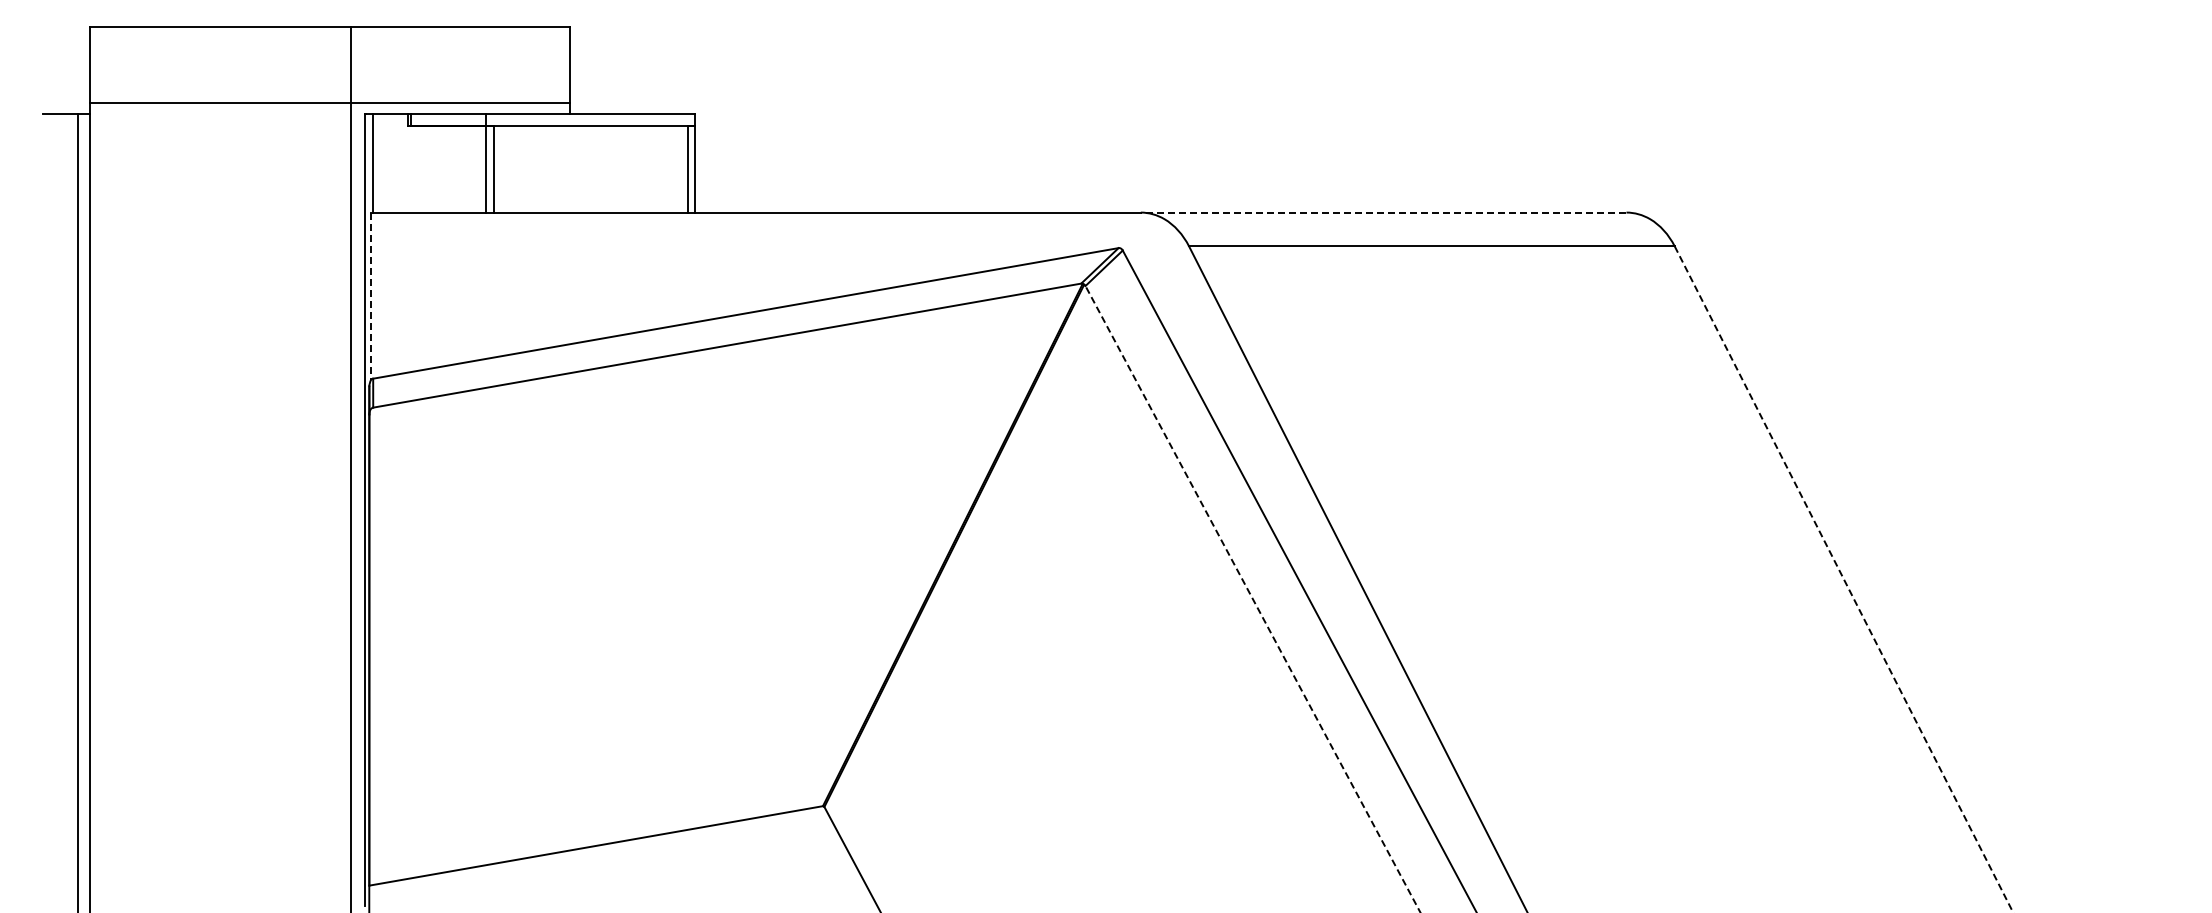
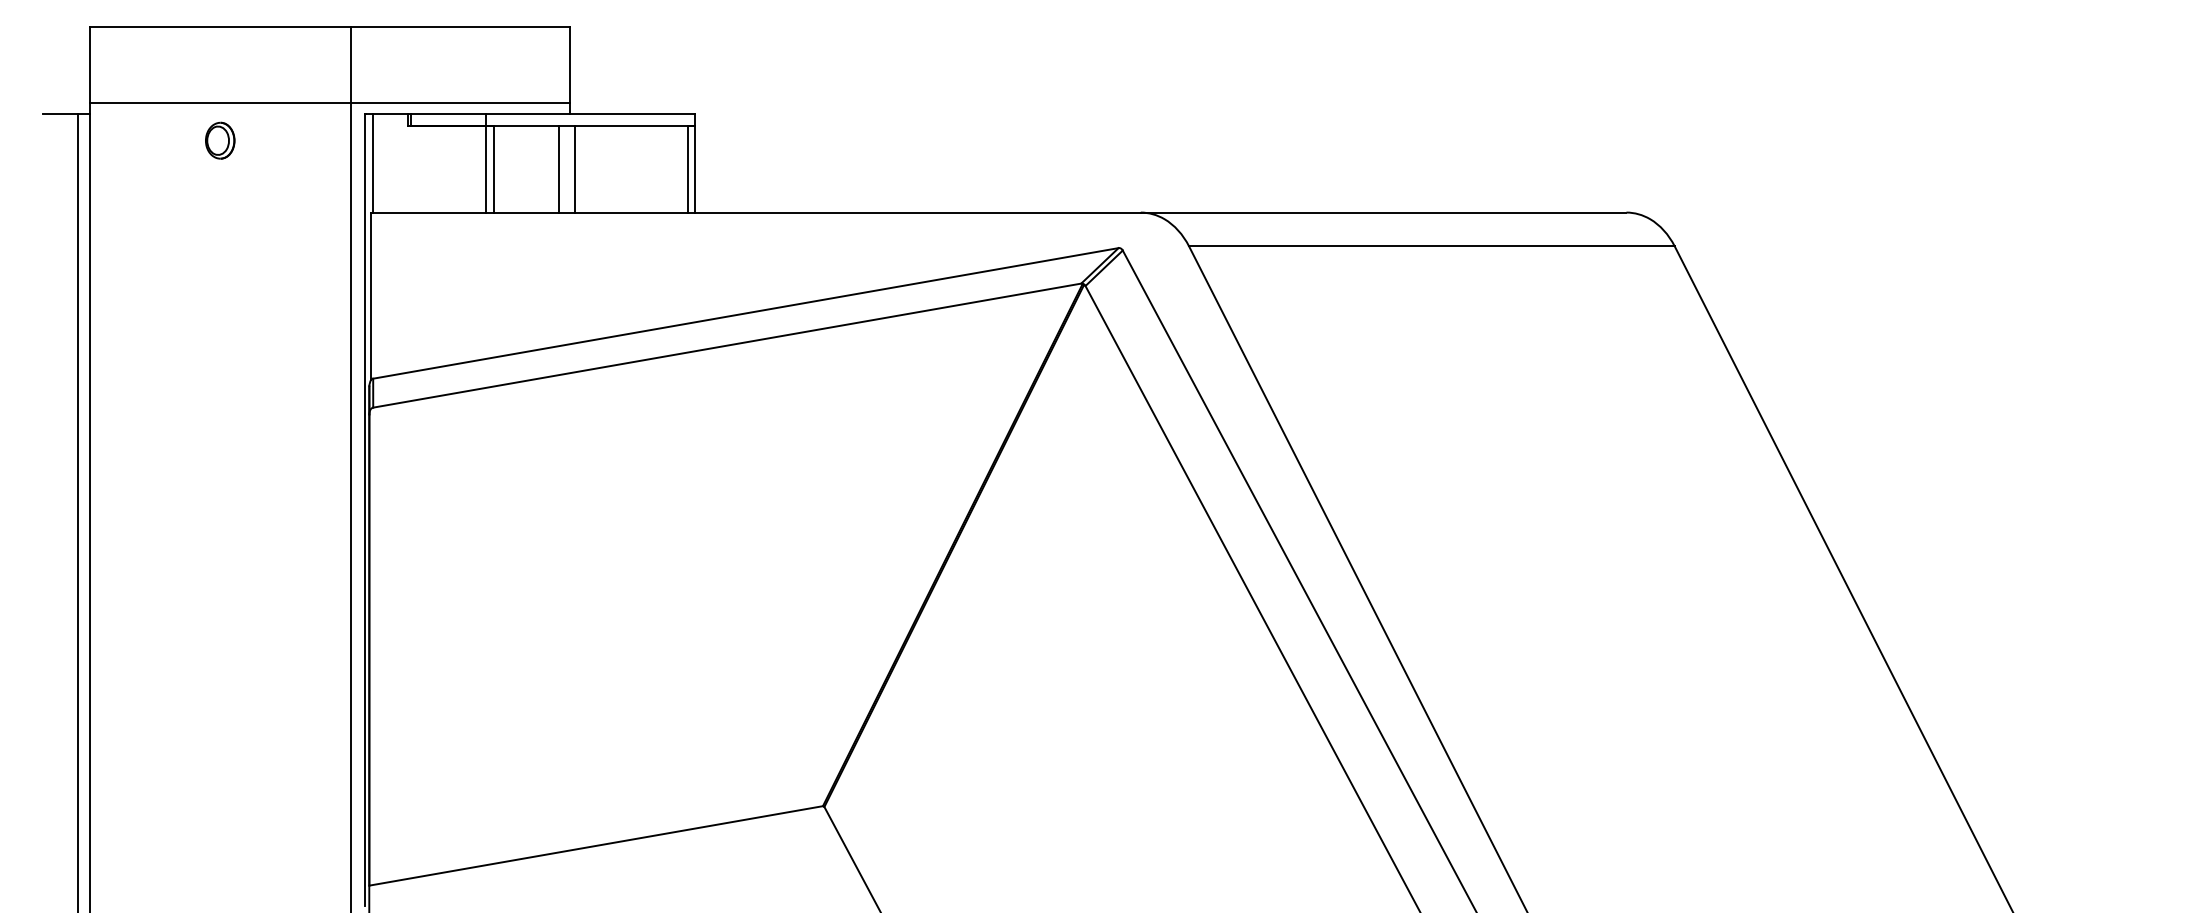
part at (220, 140): none -> present
line at (559, 168): none -> present
line at (574, 168): none -> present
line at (1383, 212): dashed -> solid
line at (371, 296): dashed -> solid
line at (1844, 579): dashed -> solid
line at (1252, 598): dashed -> solid
